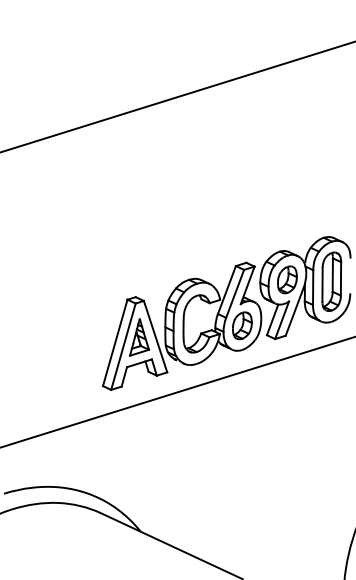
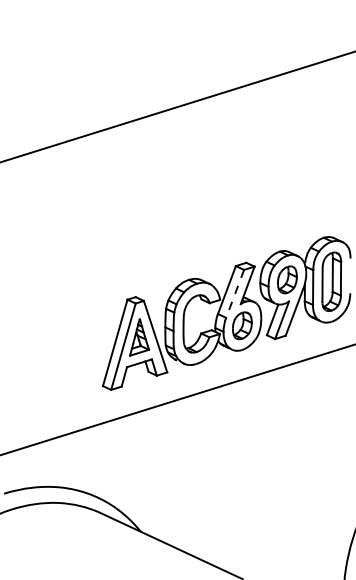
line at (177, 96) position: (177, 96) -> (177, 106)
line at (235, 293): solid -> dashed
line at (177, 392) position: (177, 392) -> (177, 399)
